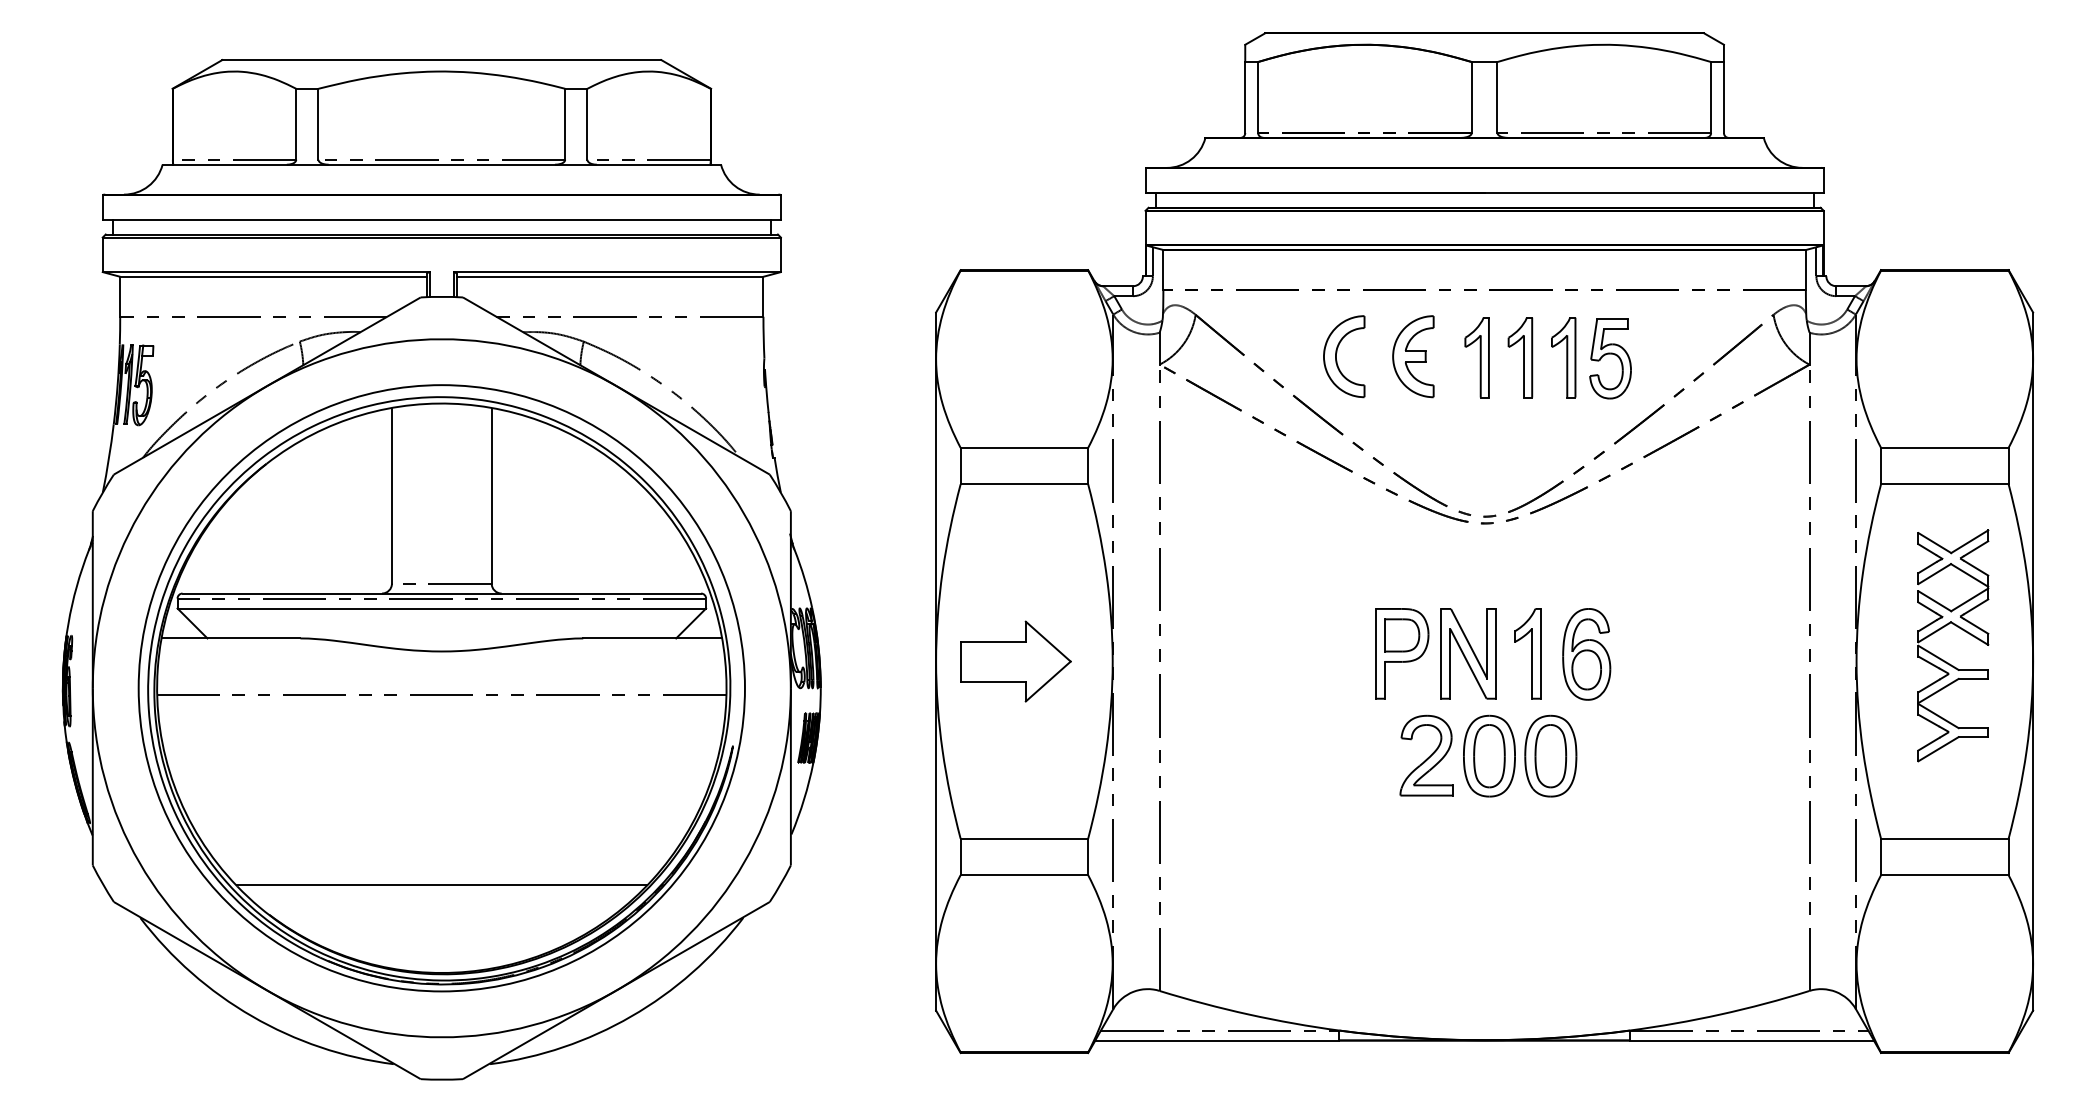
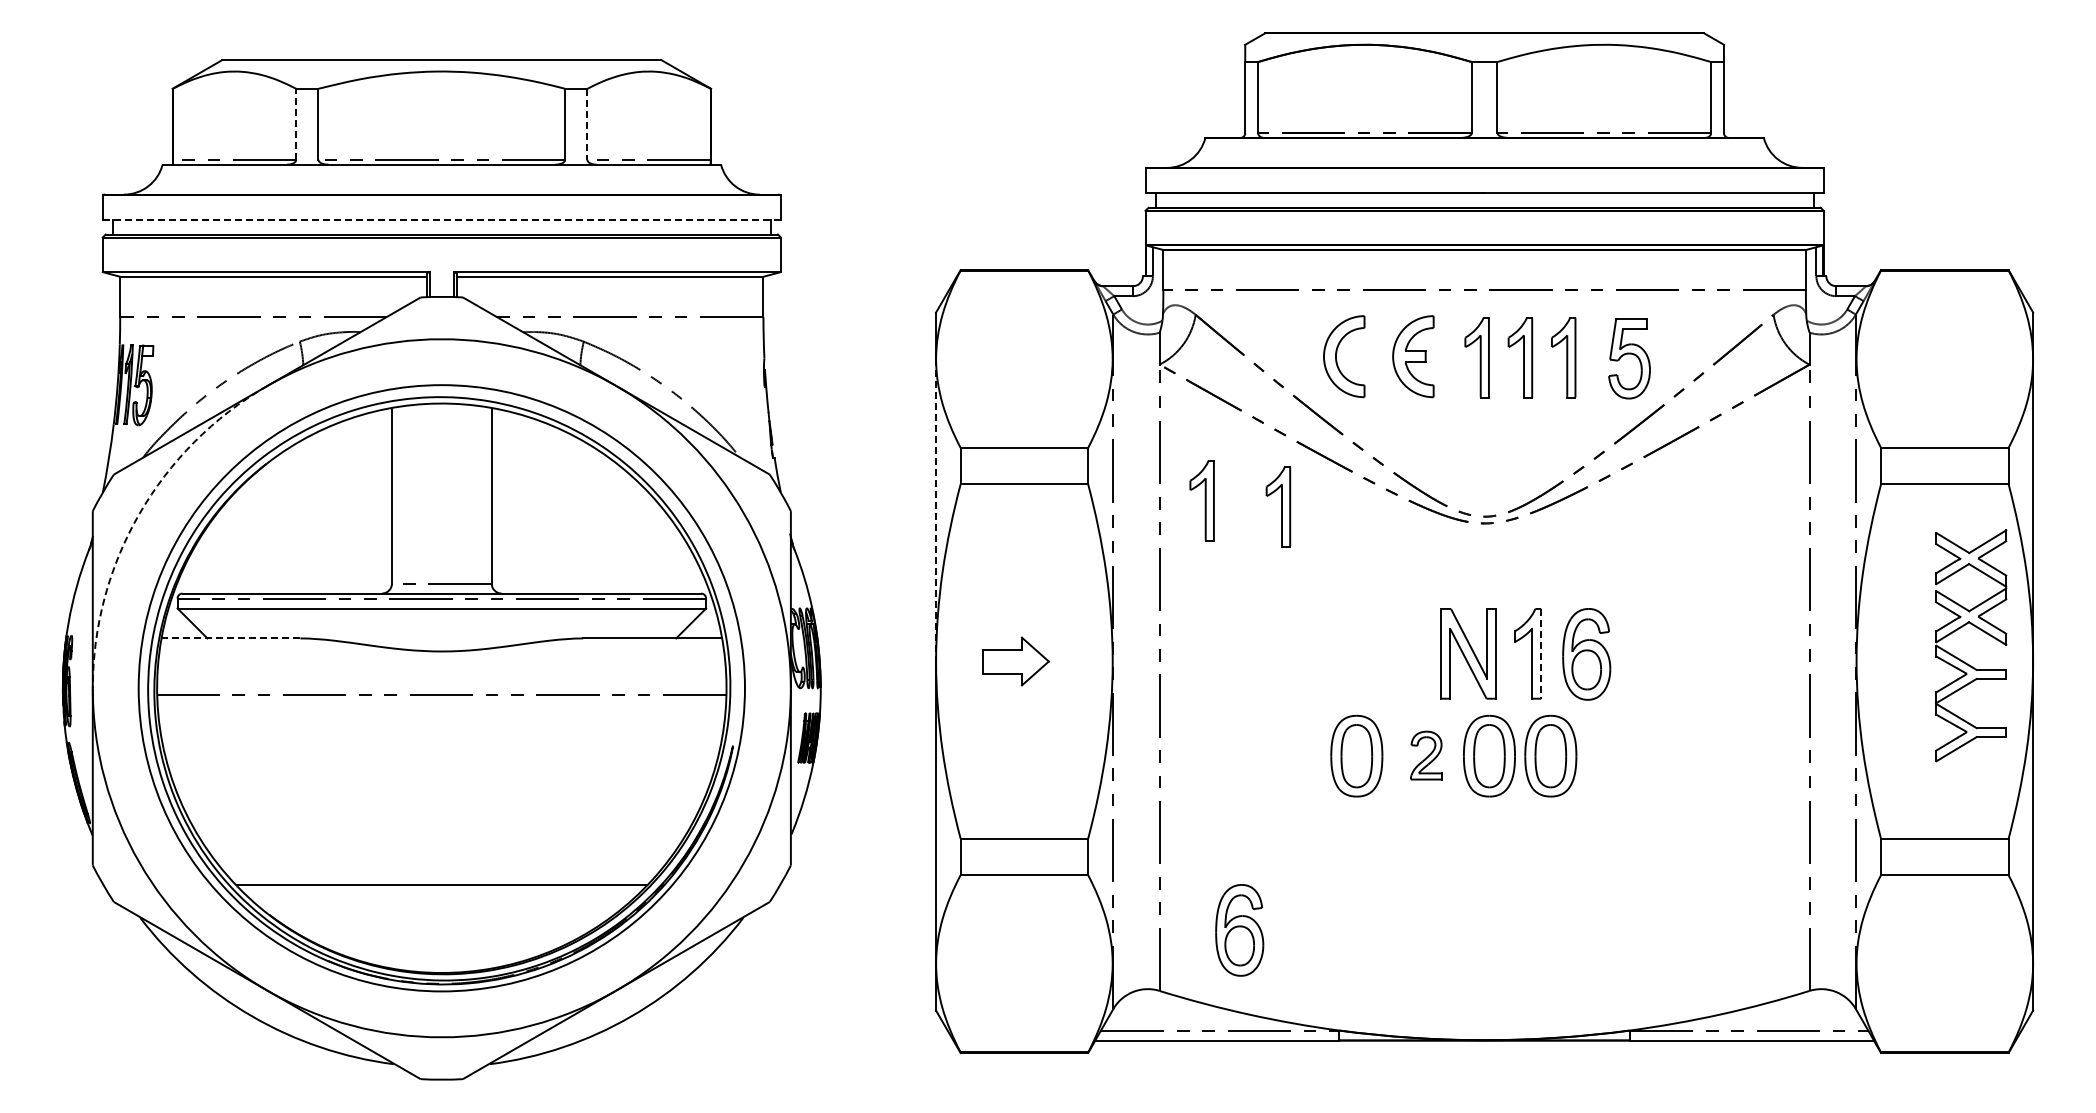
line at (296, 123): solid -> dashed
line at (587, 124): solid -> dashed
line at (442, 219): solid -> dashed
part at (1610, 358) position: (1610, 358) -> (1629, 358)
part at (1201, 500): none -> present
part at (1278, 506): none -> present
line at (936, 510): solid -> dashed
arc at (139, 513): solid -> dashed
line at (230, 638): solid -> dashed
part at (1402, 653): present -> none
line at (1541, 653): solid -> dashed
part at (1943, 659) position: (1943, 659) -> (1961, 659)
part at (1015, 661) size: 112x83 px -> 68x51 px
part at (1356, 755): none -> present
part at (1426, 755) size: 55x83 px -> 33x51 px
part at (1239, 930): none -> present
